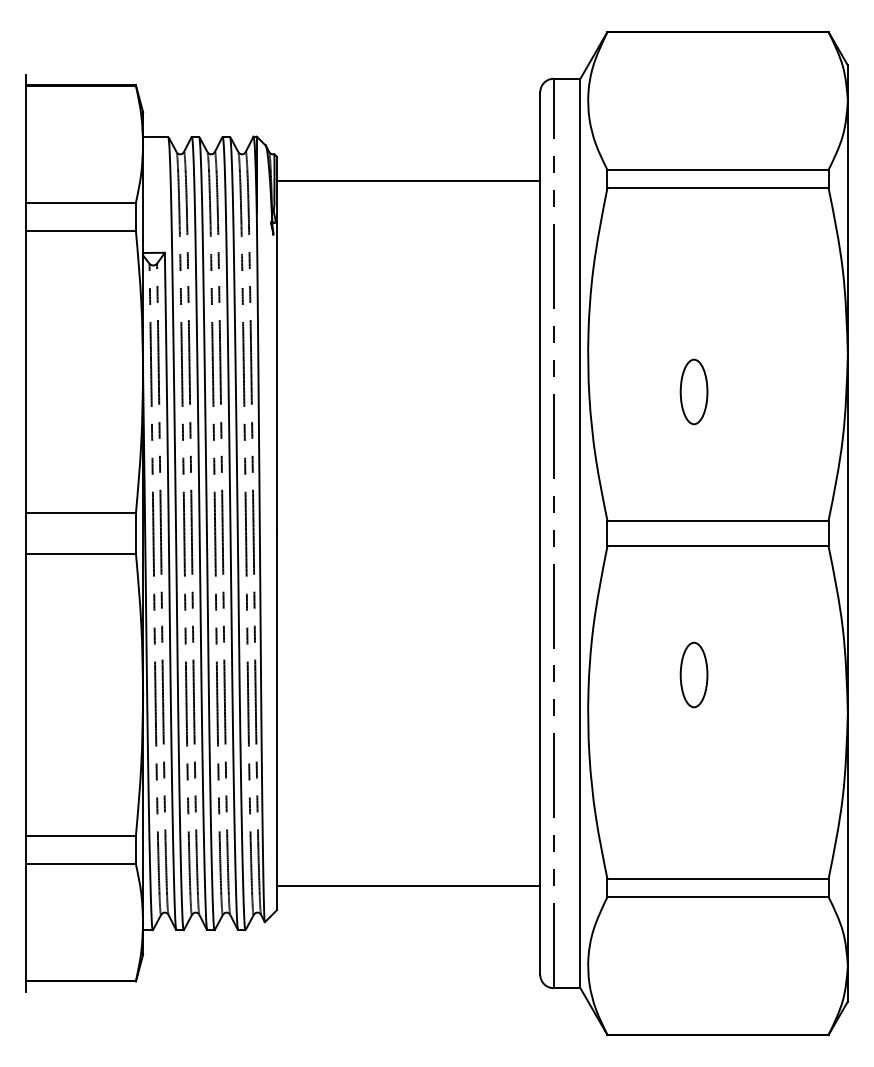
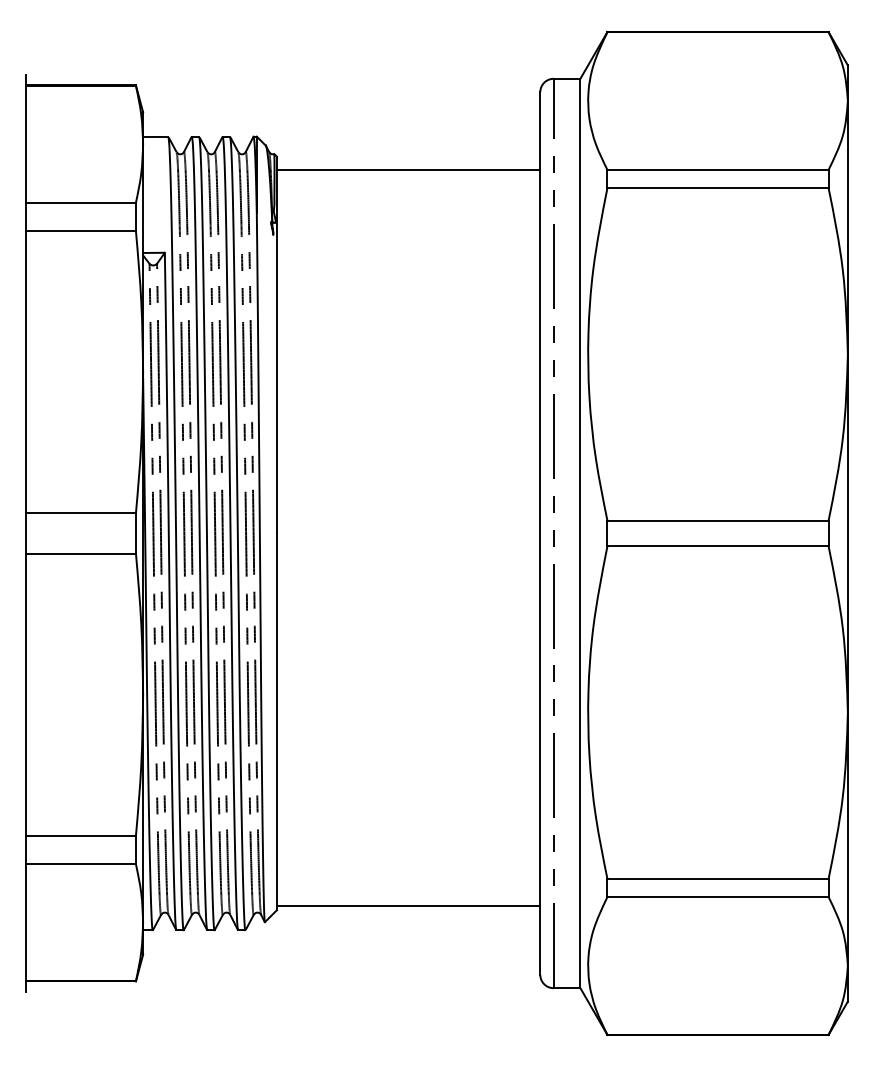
line at (408, 181) position: (408, 181) -> (408, 170)
part at (693, 391): present -> none
part at (693, 674): present -> none
line at (408, 885) position: (408, 885) -> (408, 905)
